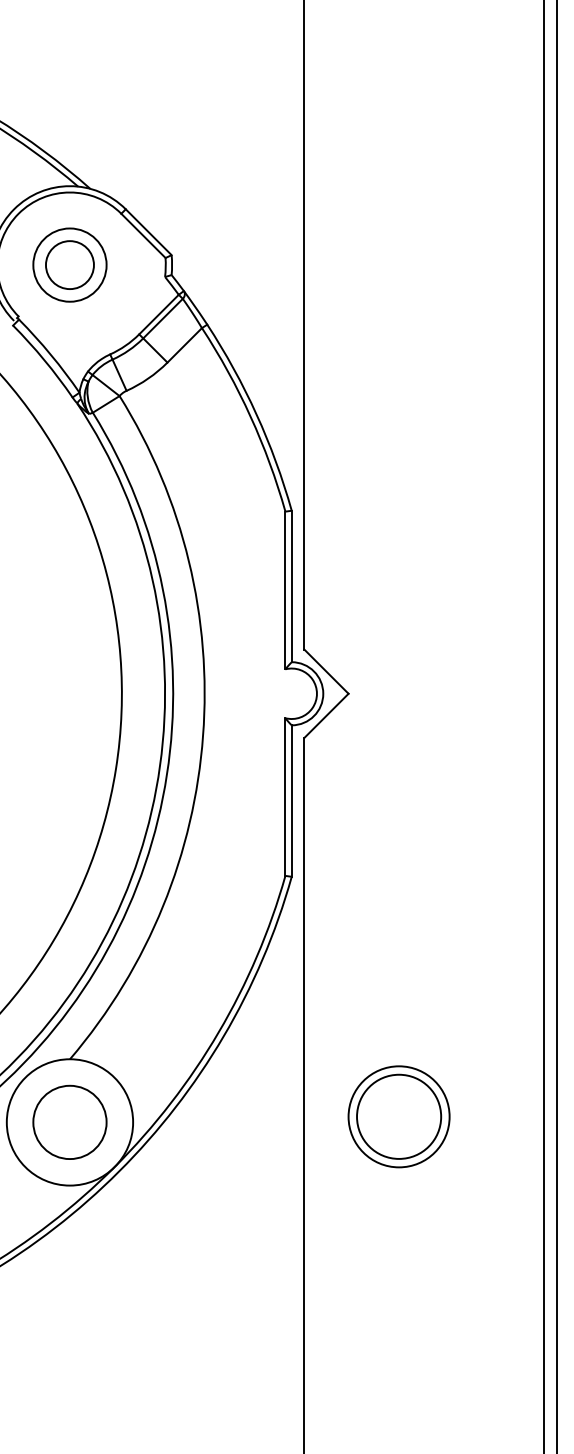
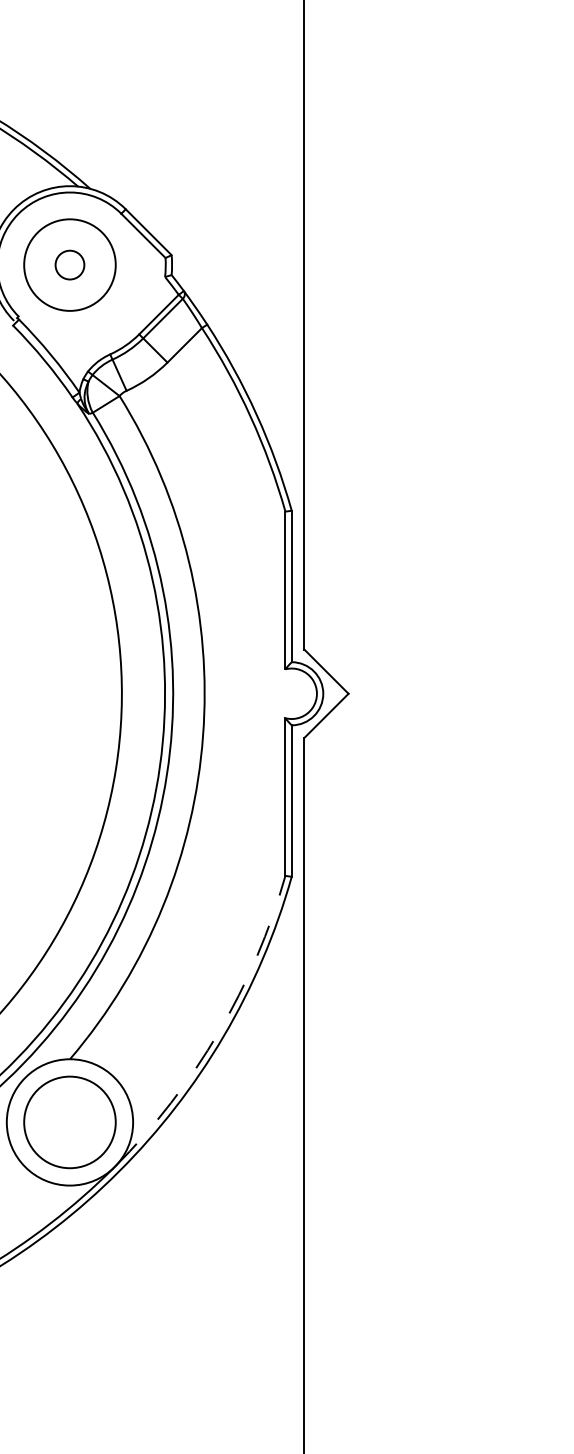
circle at (69, 264) diameter: 73 px -> 92 px
circle at (69, 265) diameter: 48 px -> 29 px
line at (544, 726): present -> none
line at (556, 726): present -> none
arc at (218, 1032): solid -> dashed
part at (398, 1116): present -> none
circle at (69, 1122) diameter: 73 px -> 92 px
